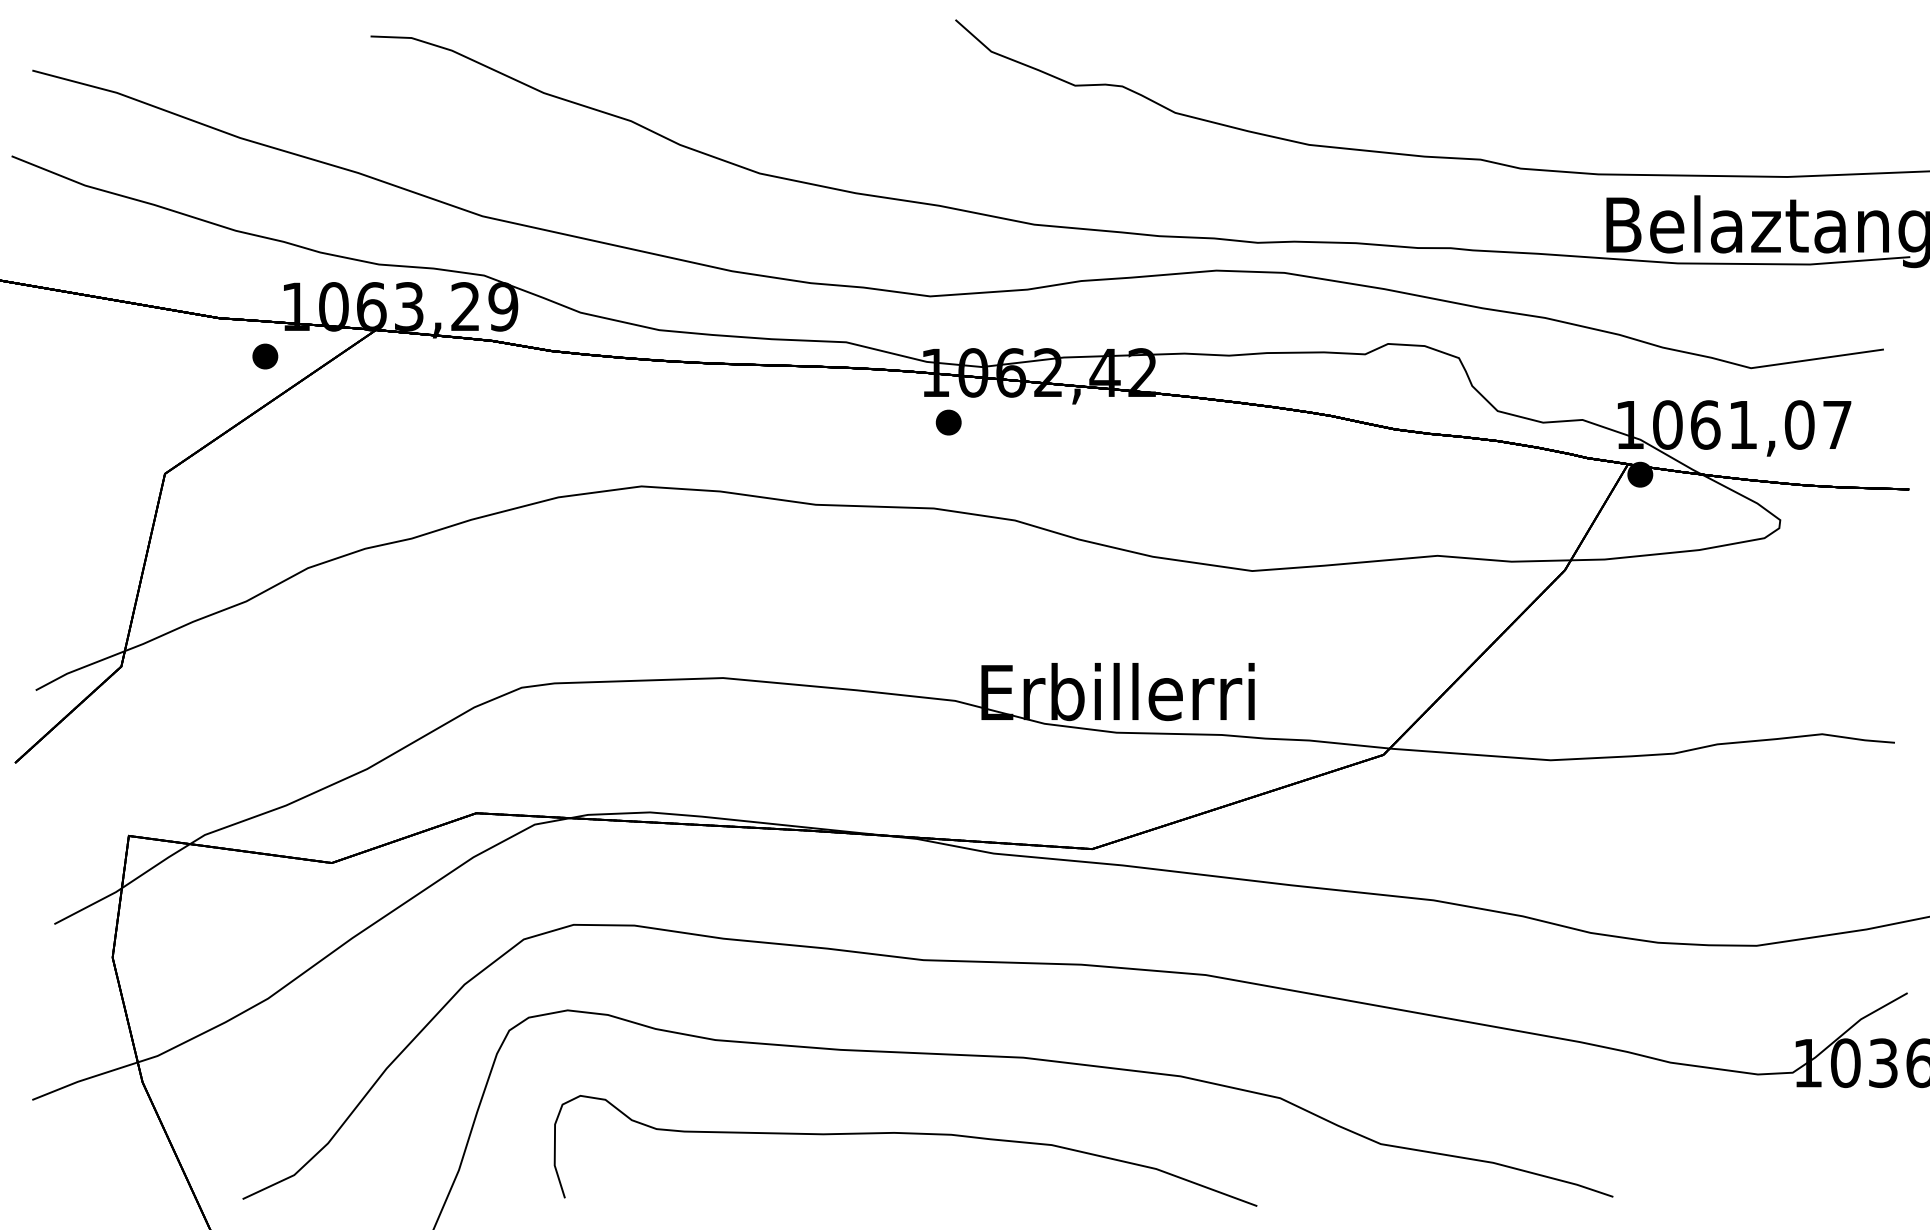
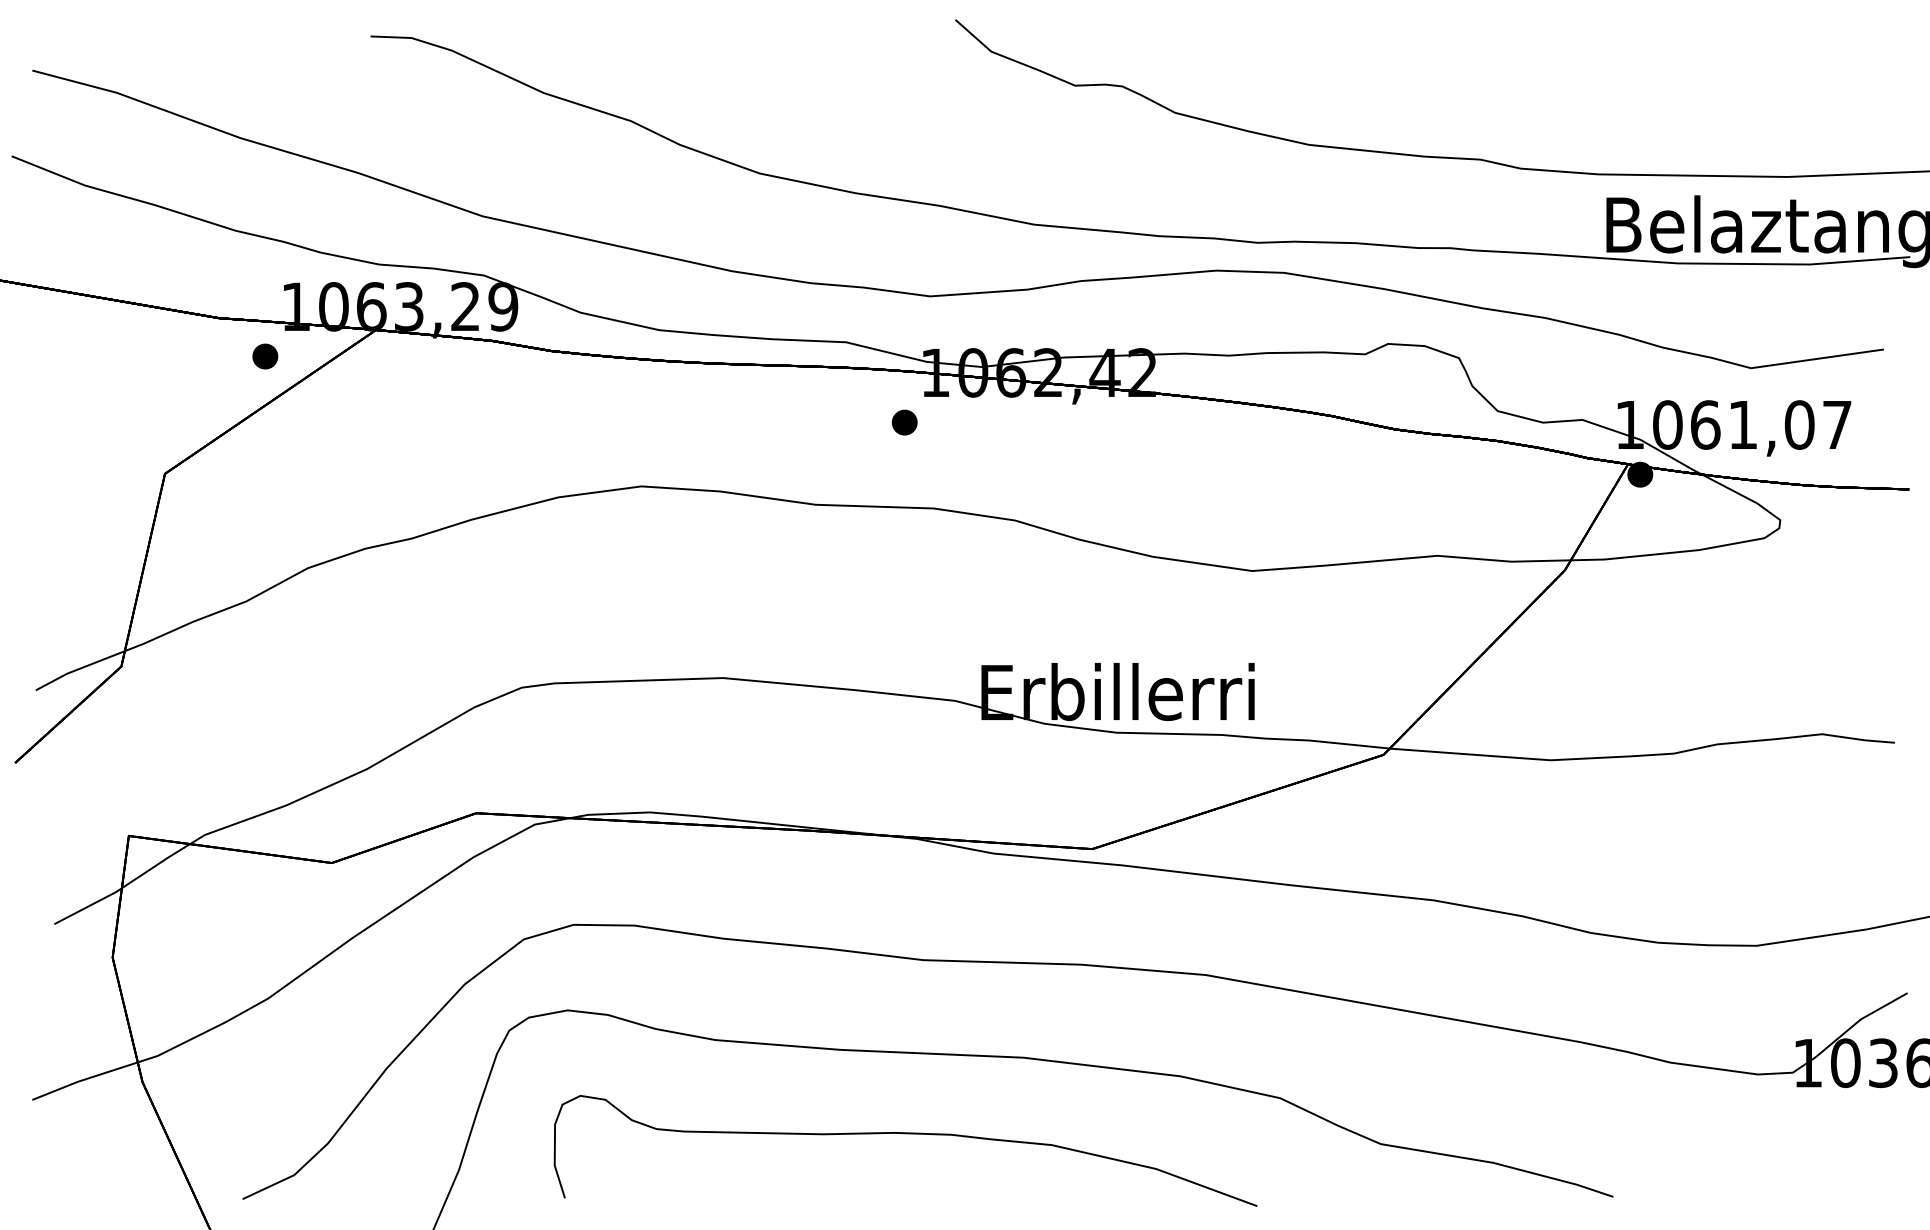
part at (948, 422) position: (948, 422) -> (904, 422)
